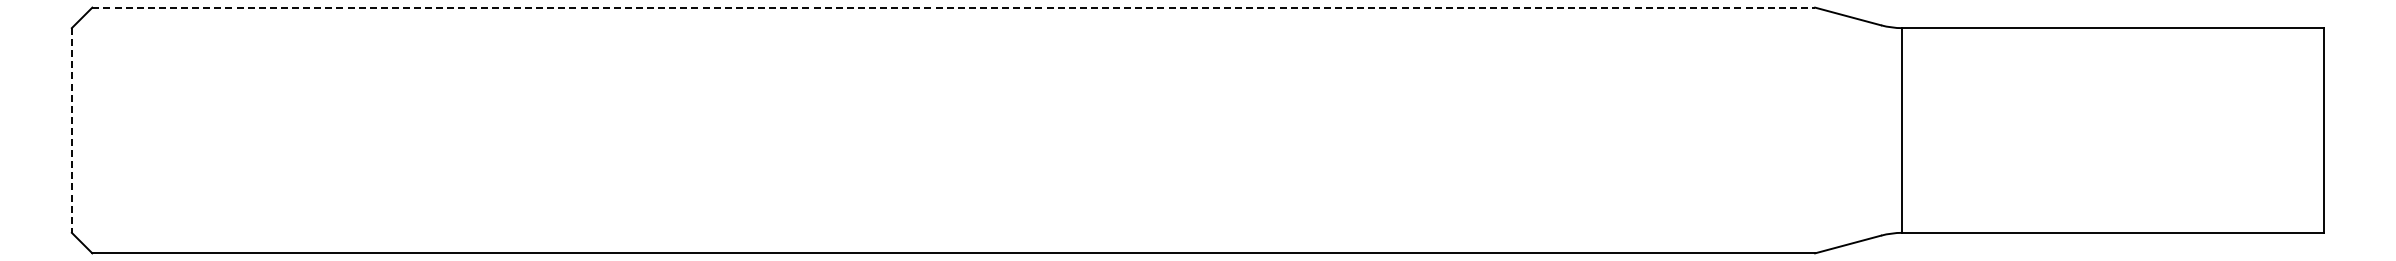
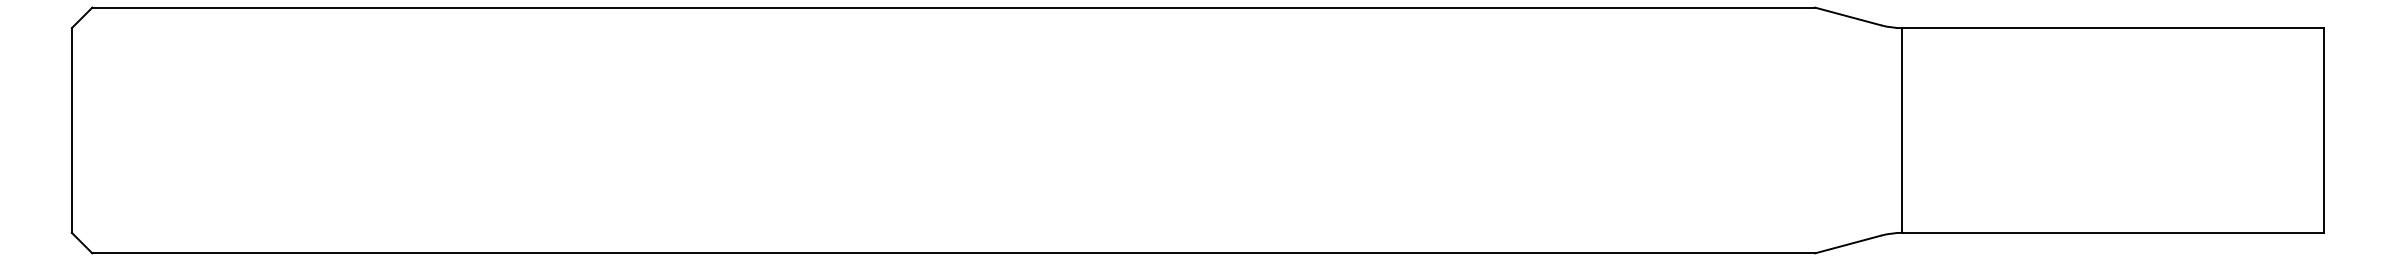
line at (954, 7): dashed -> solid
line at (71, 130): dashed -> solid
